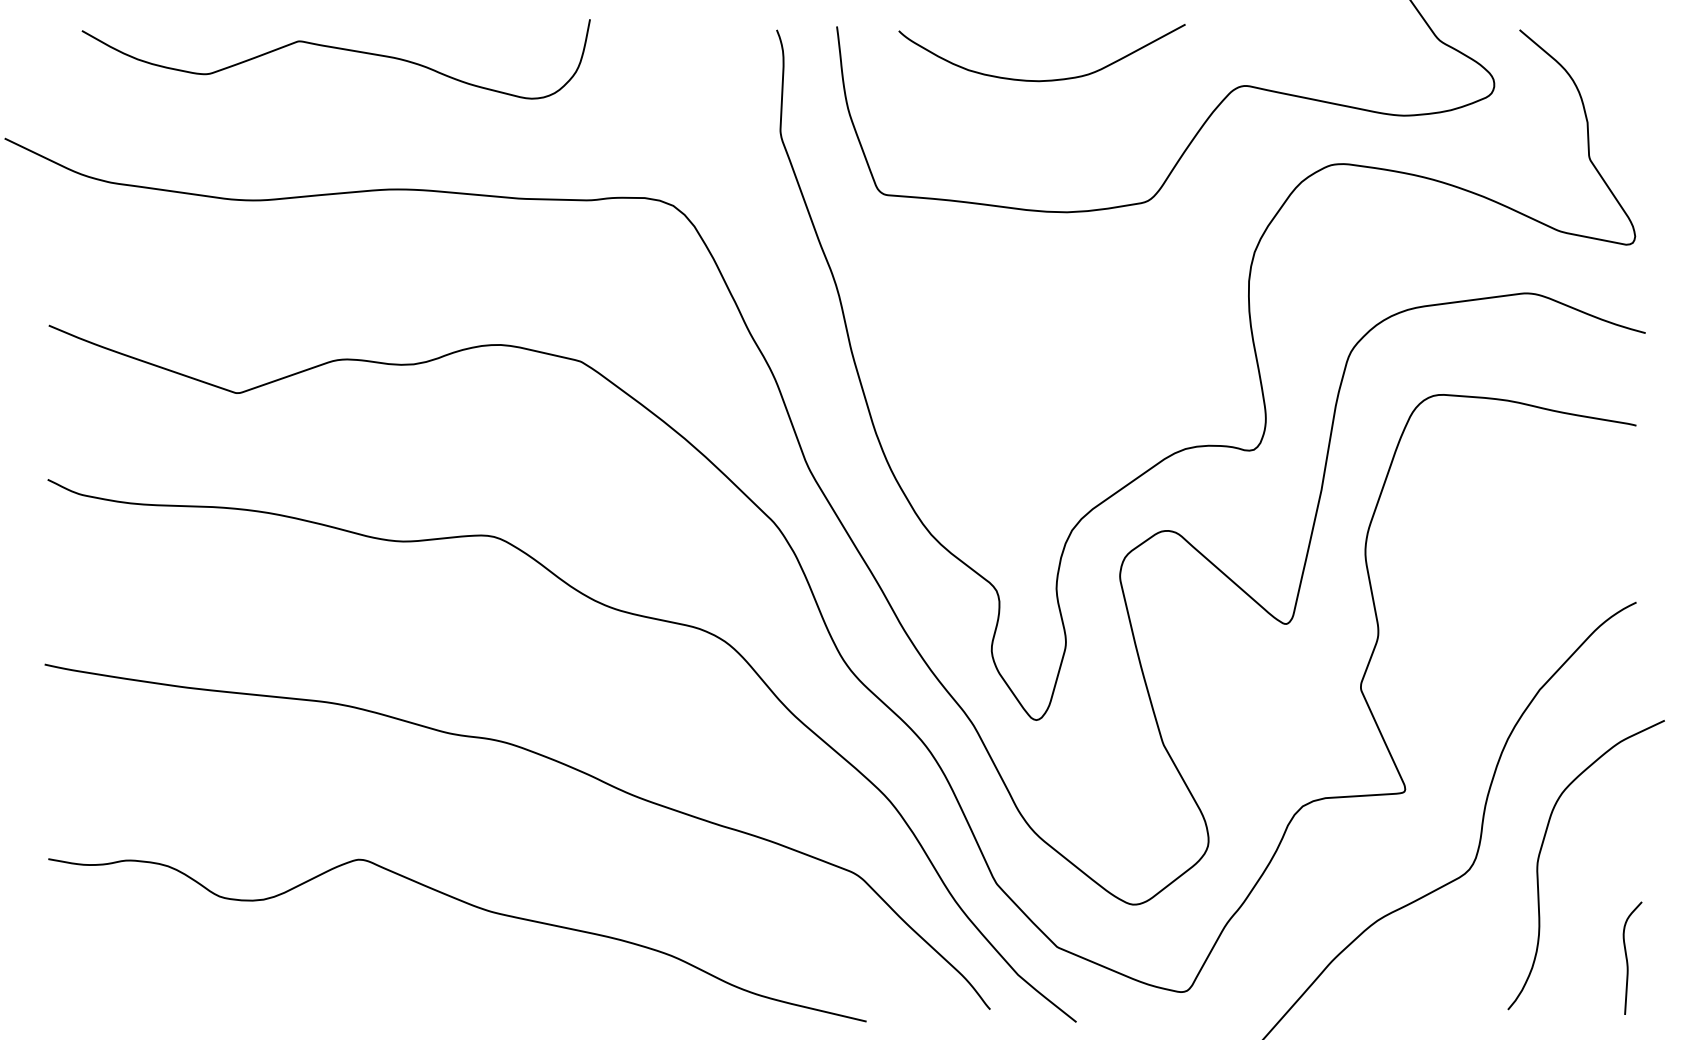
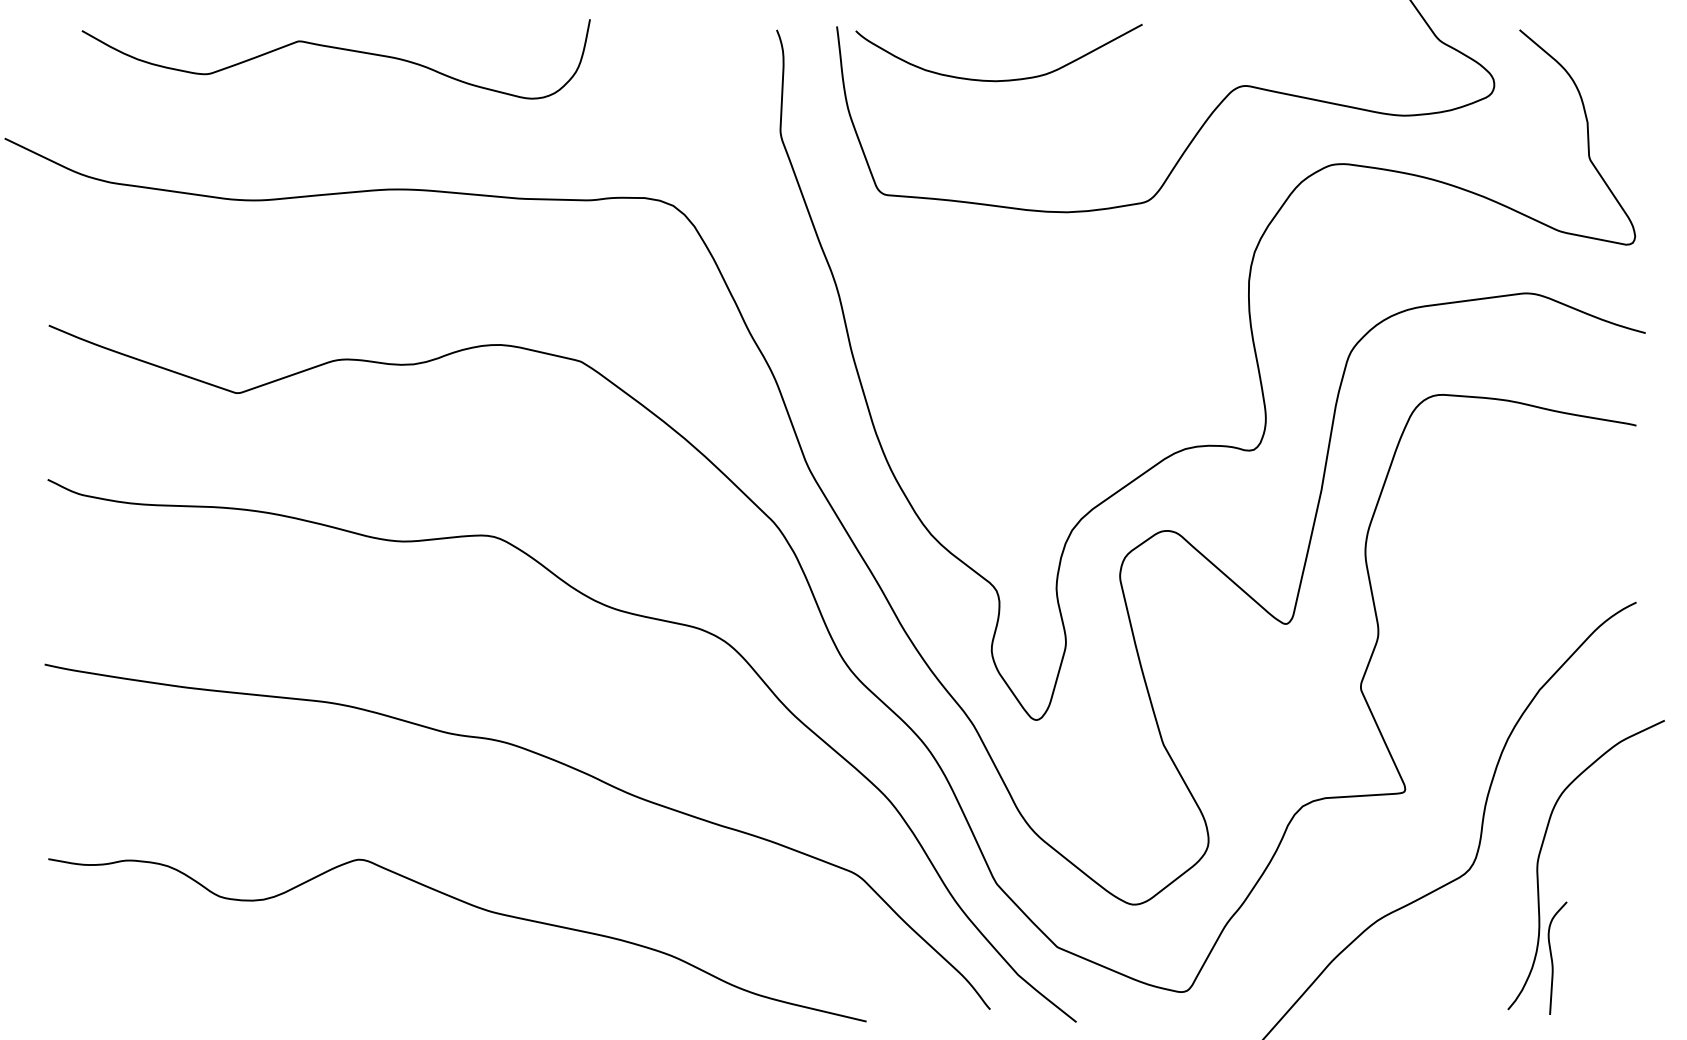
curve at (1047, 79) position: (1047, 79) -> (1004, 79)
curve at (1627, 957) position: (1627, 957) -> (1552, 957)
